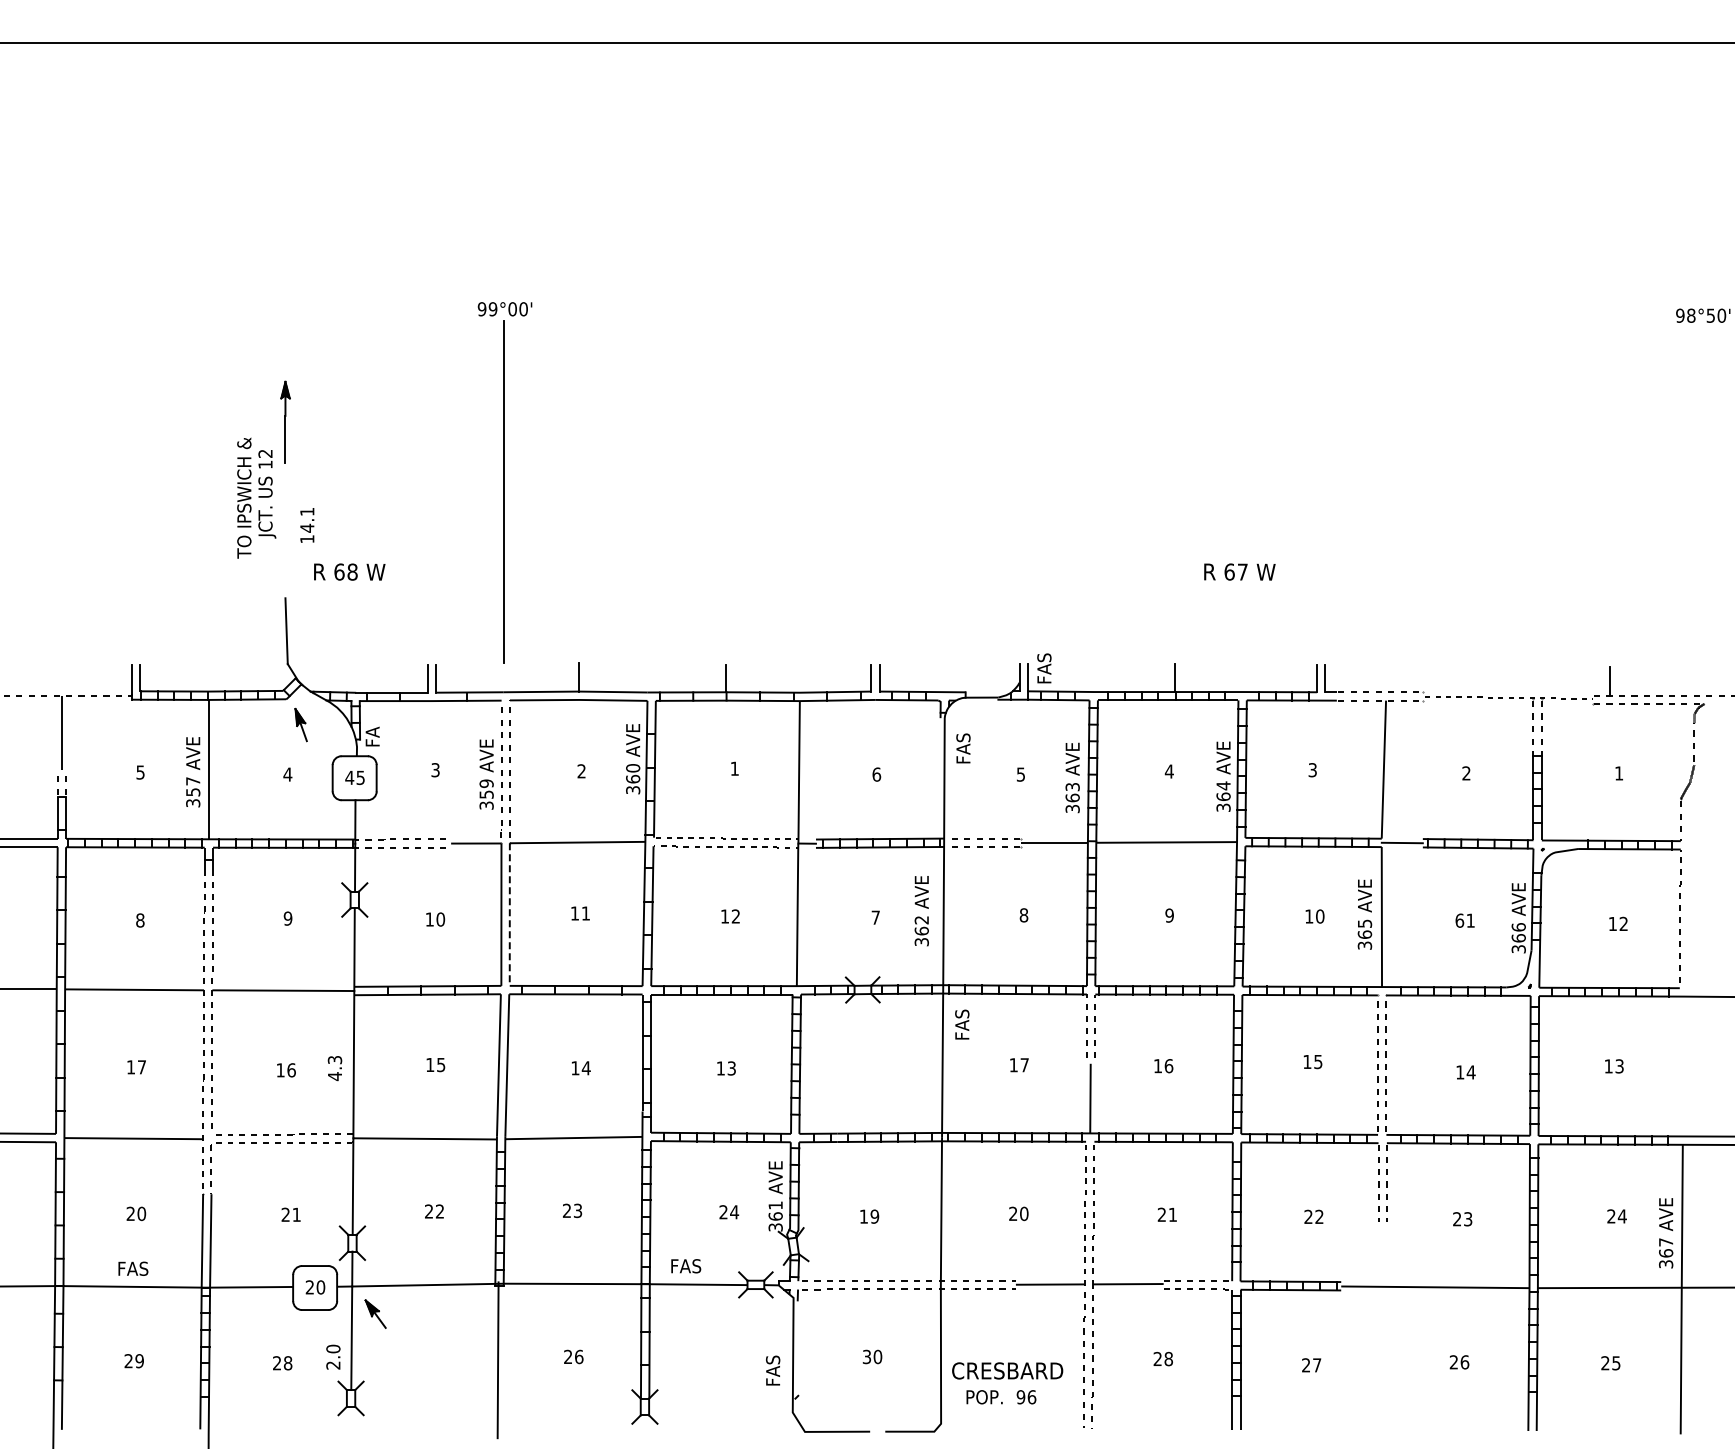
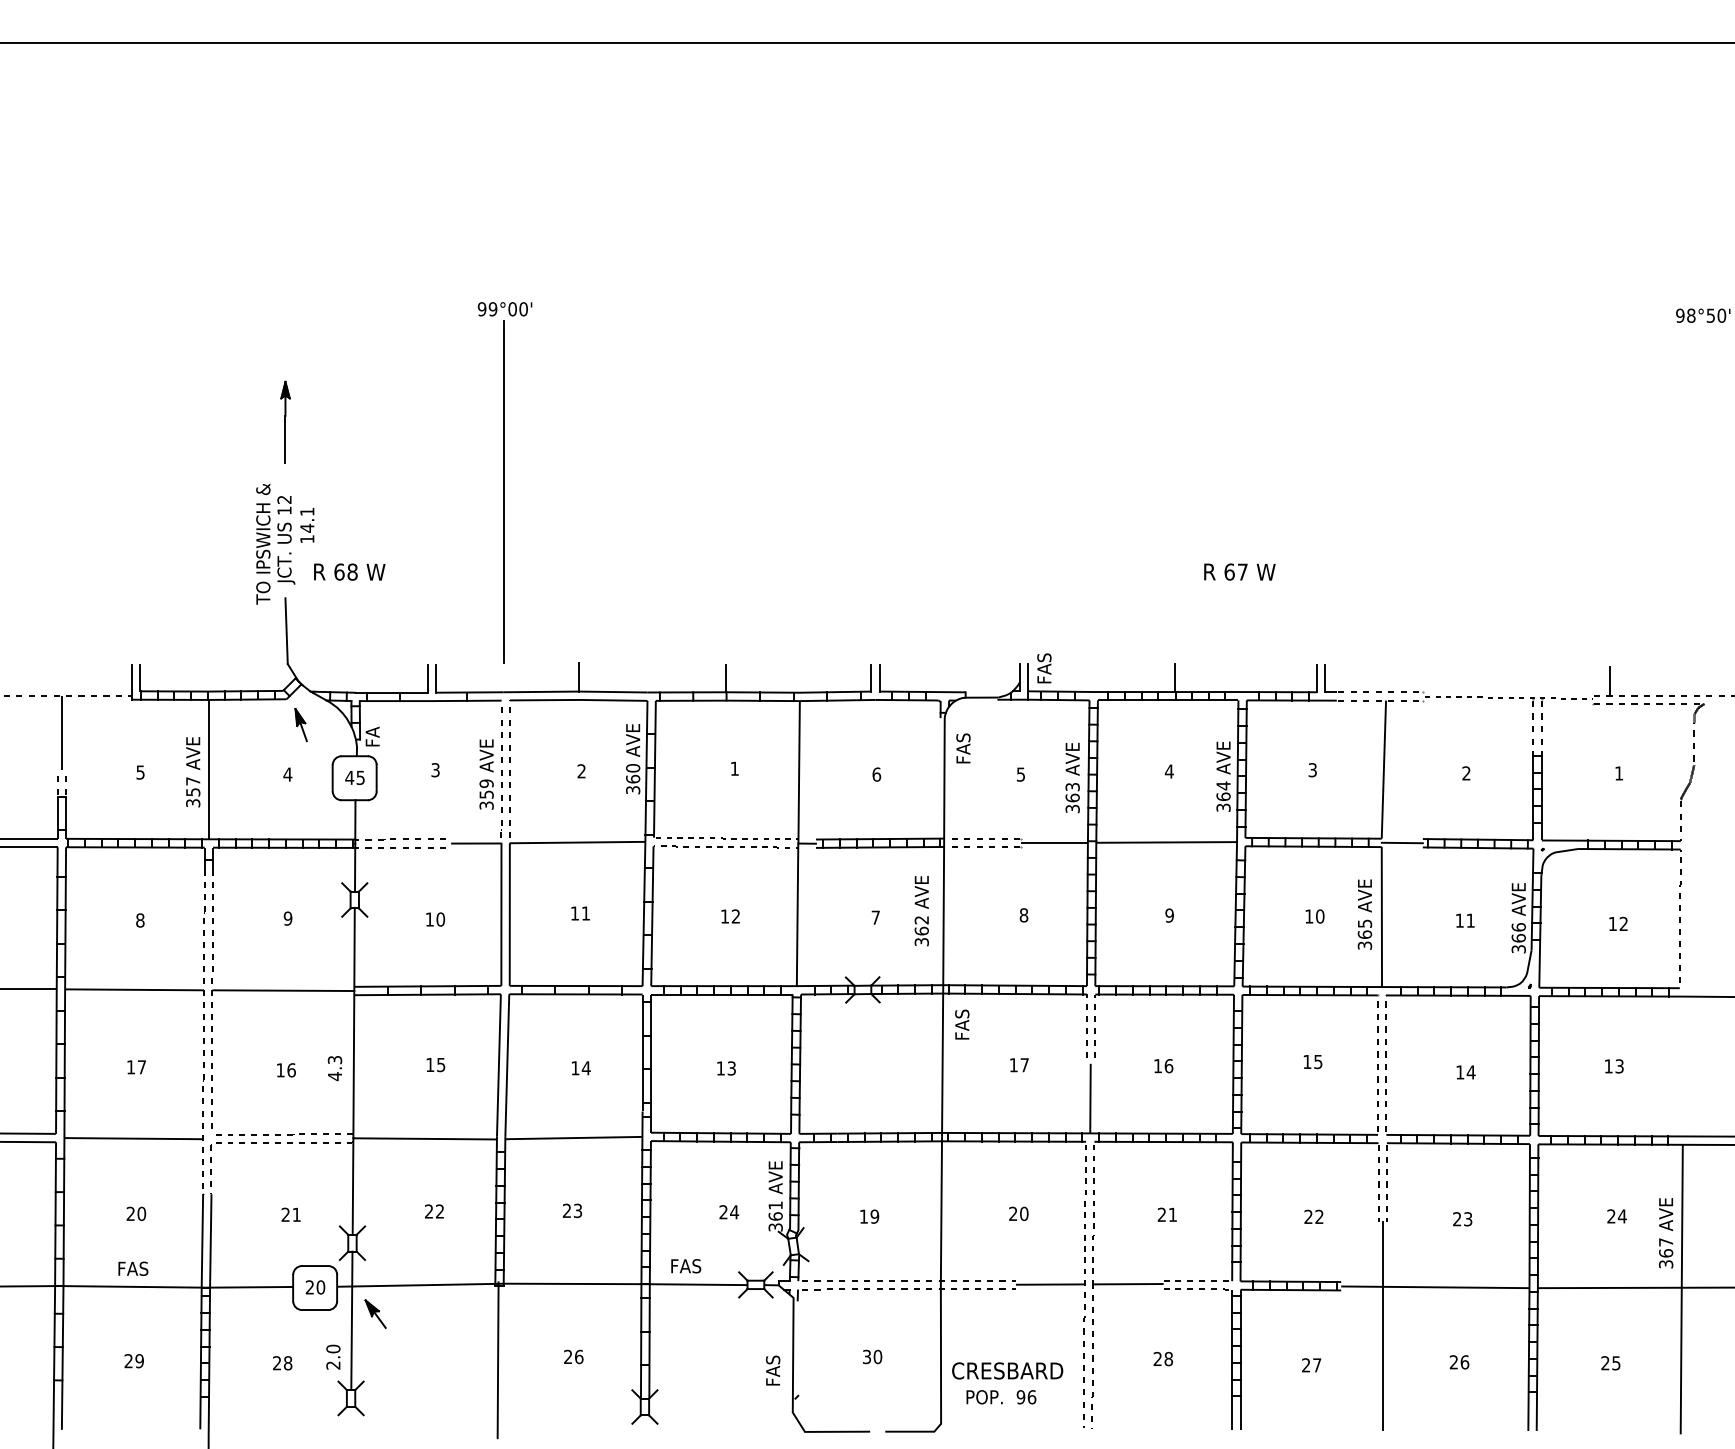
text at (256, 497) position: (256, 497) -> (275, 543)
line at (509, 915): dashed -> solid
text at (1459, 920): 61 -> 11
line at (1383, 1326): none -> present
